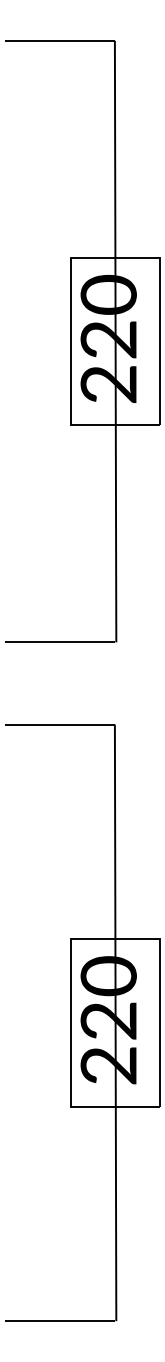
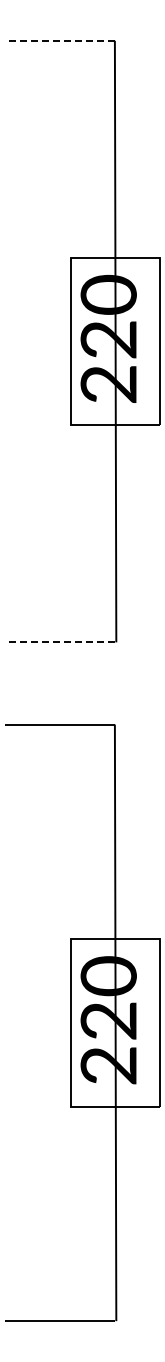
line at (59, 40): solid -> dashed
line at (59, 642): solid -> dashed
